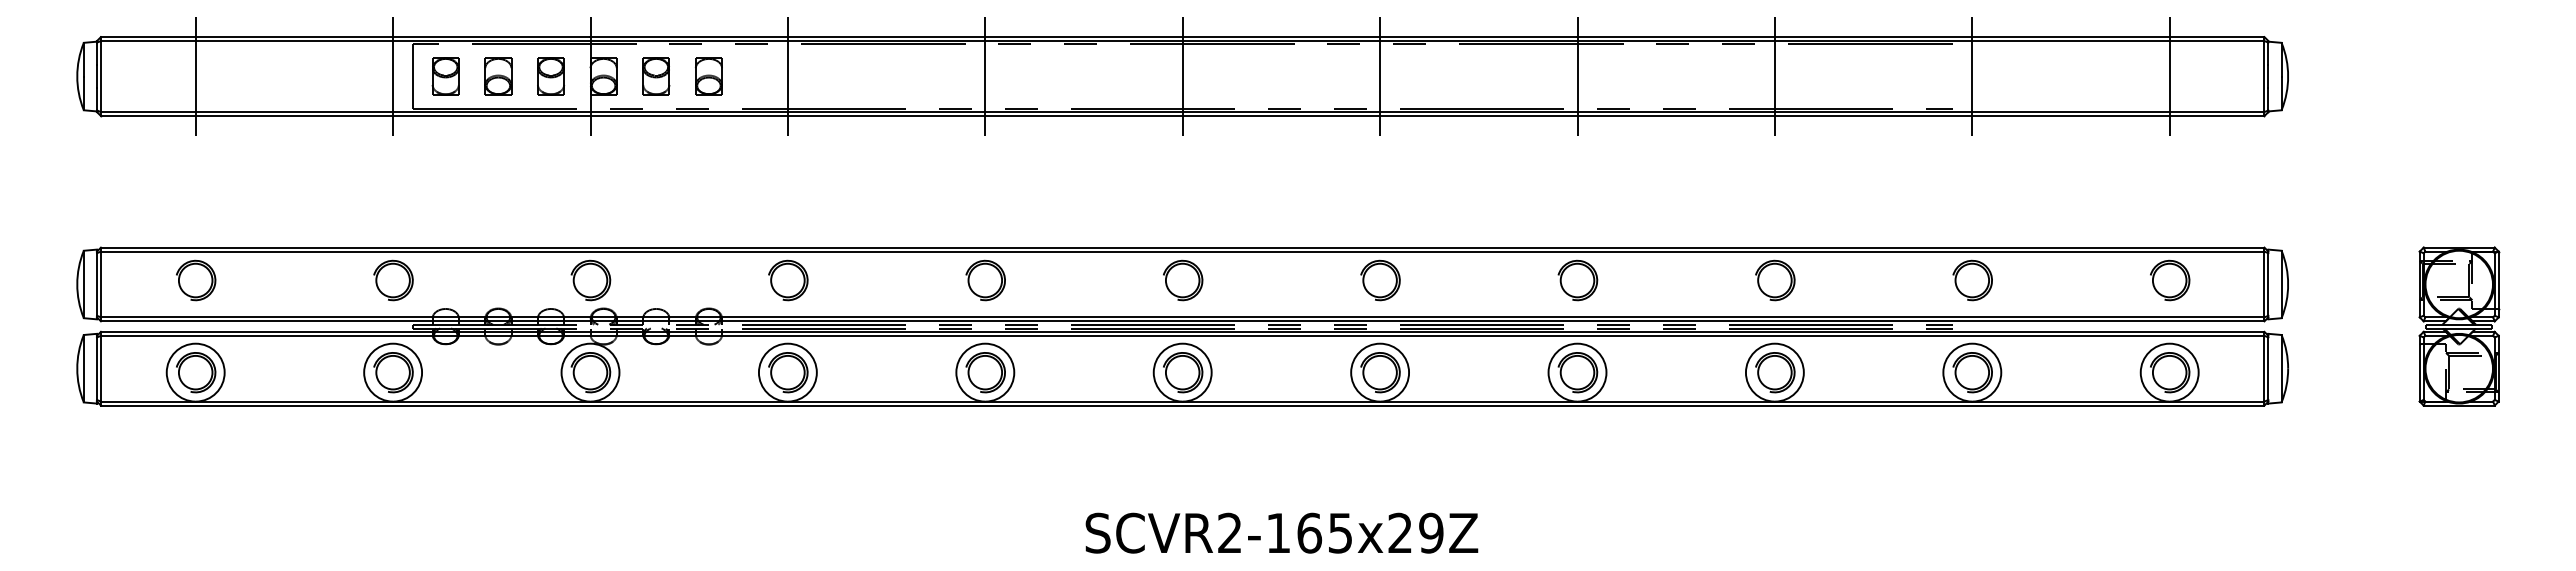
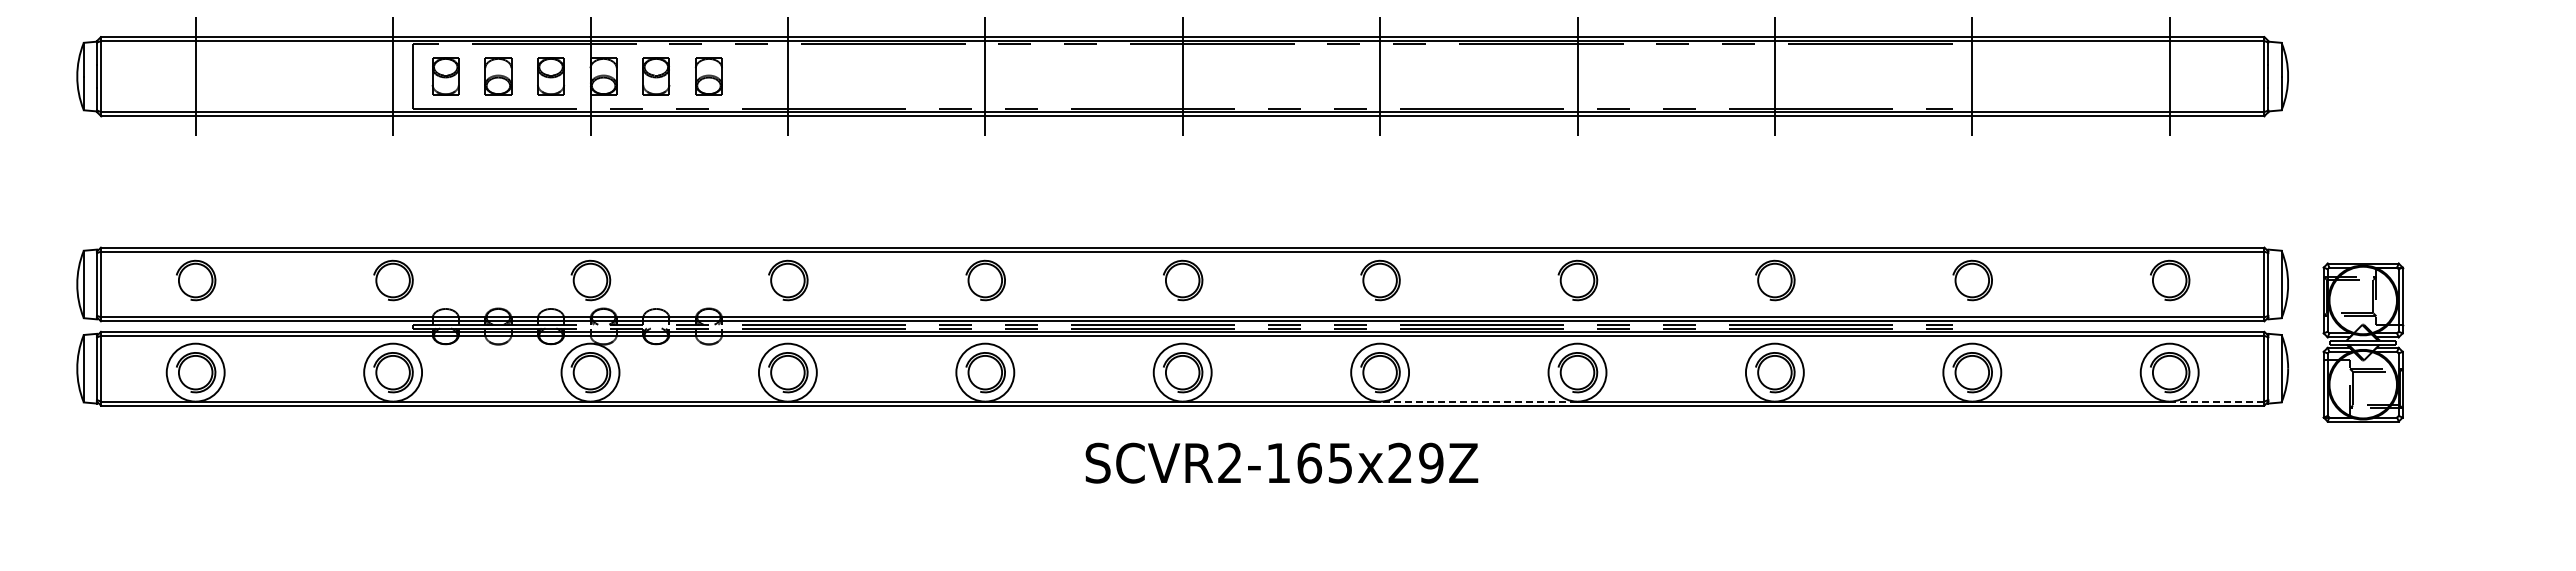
part at (2459, 326) position: (2459, 326) -> (2363, 342)
line at (1478, 401): solid -> dashed
line at (2216, 401): solid -> dashed
text at (1281, 532) position: (1281, 532) -> (1281, 462)
